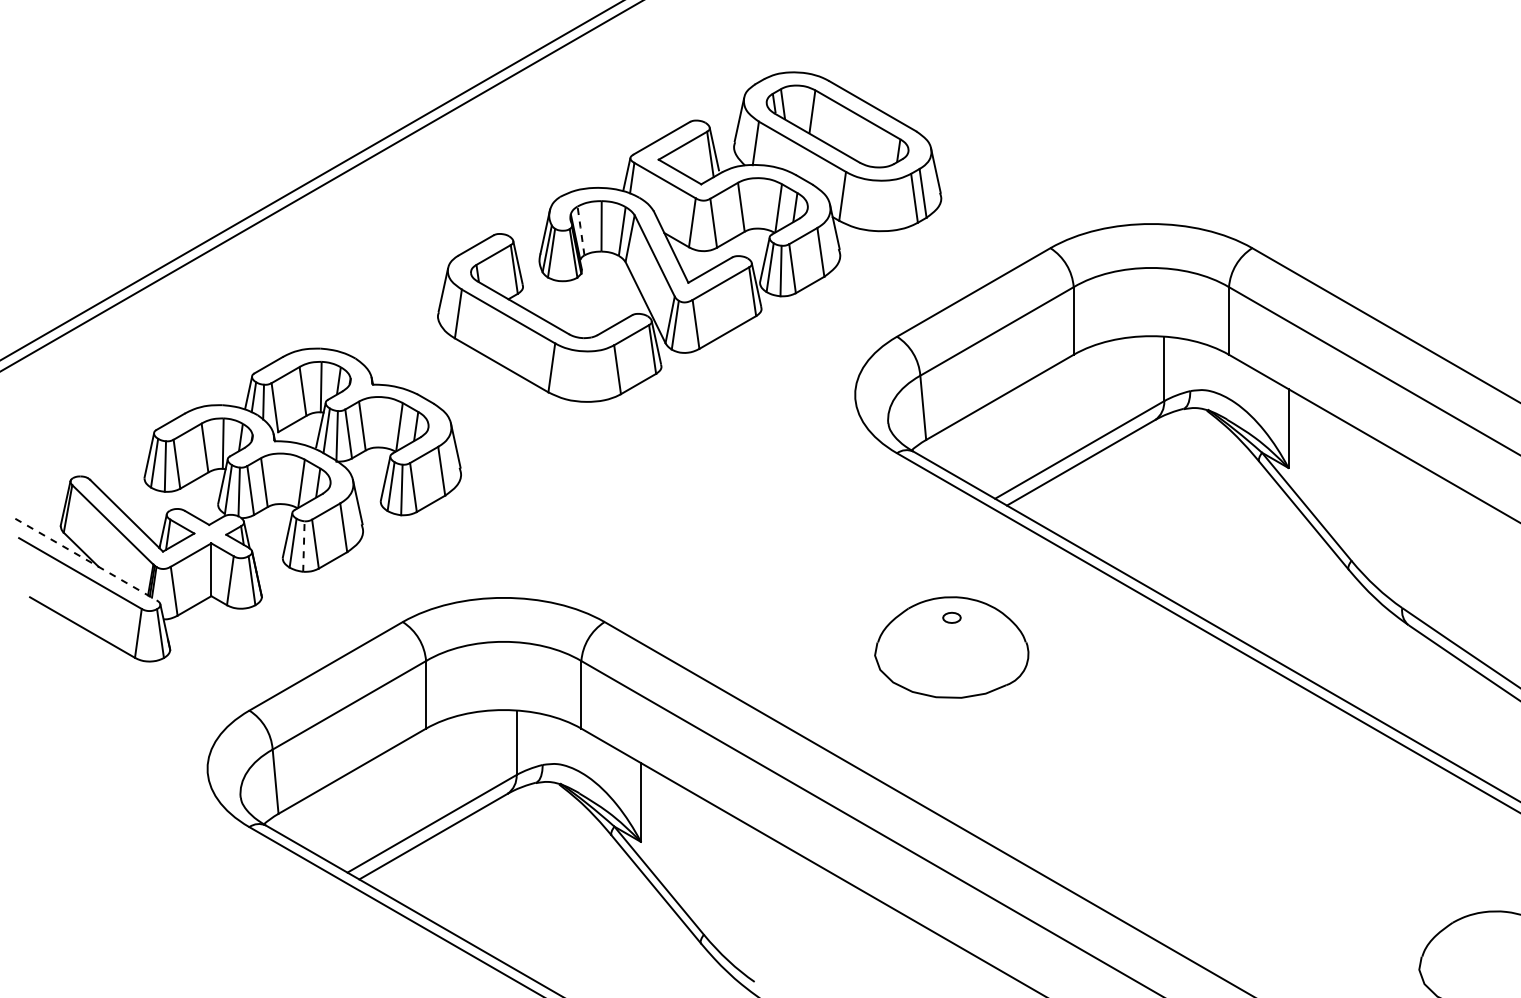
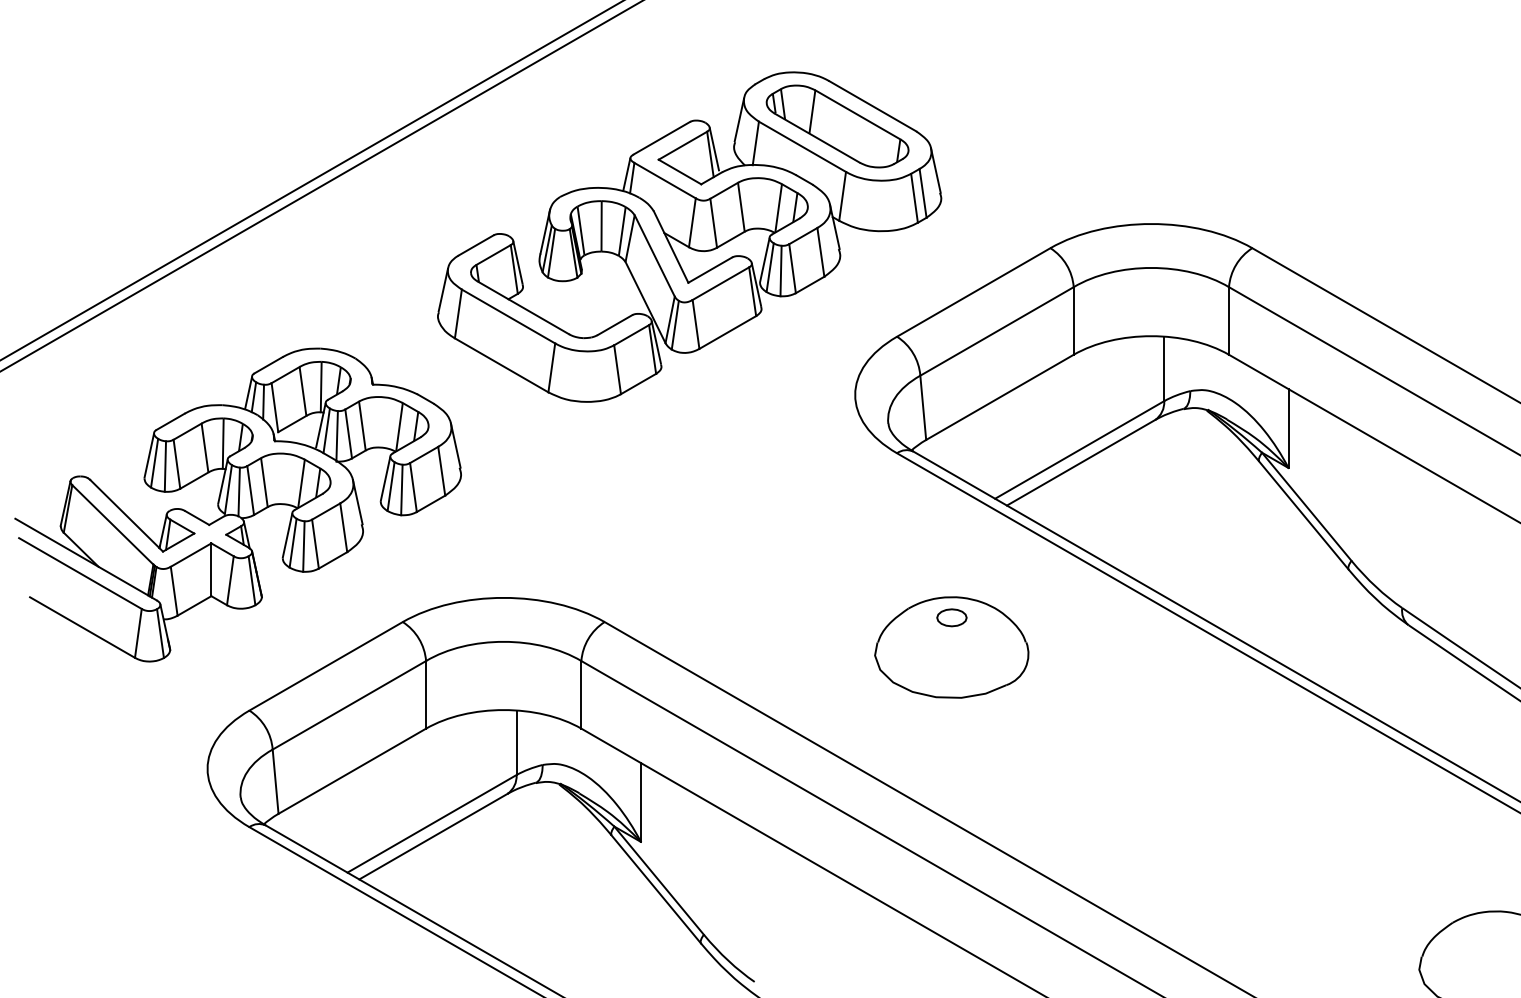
line at (580, 230): dashed -> solid
line at (303, 546): dashed -> solid
line at (86, 559): dashed -> solid
part at (951, 617) size: 20x13 px -> 32x20 px
